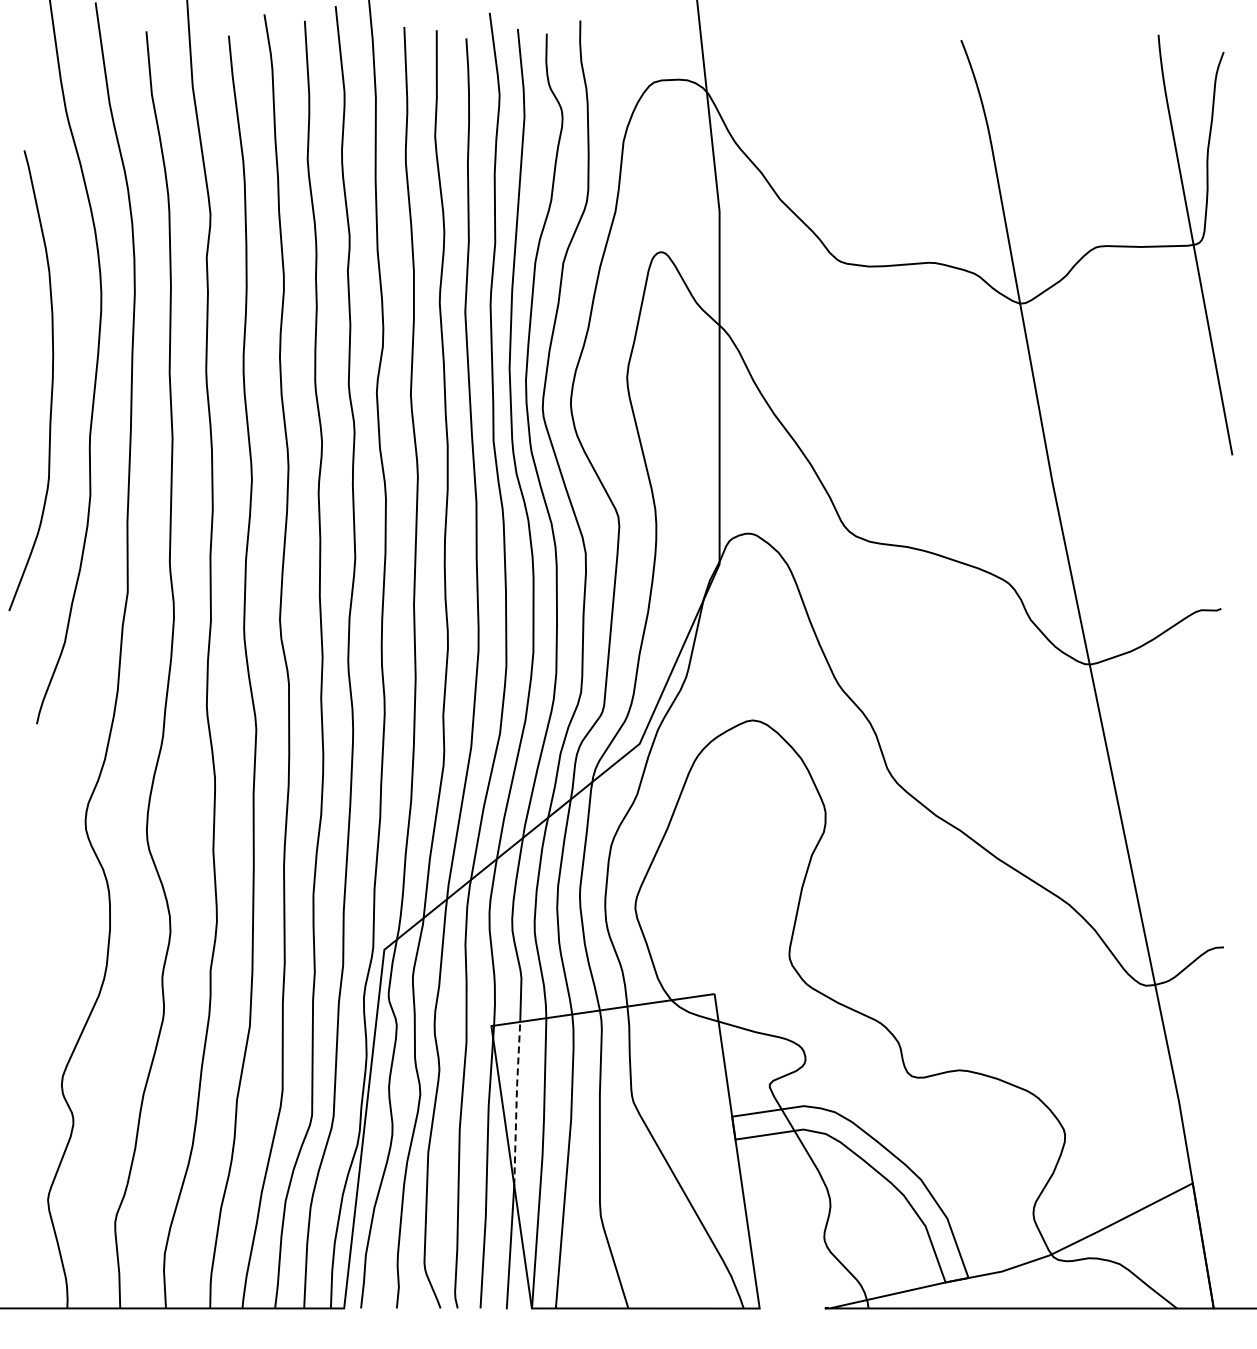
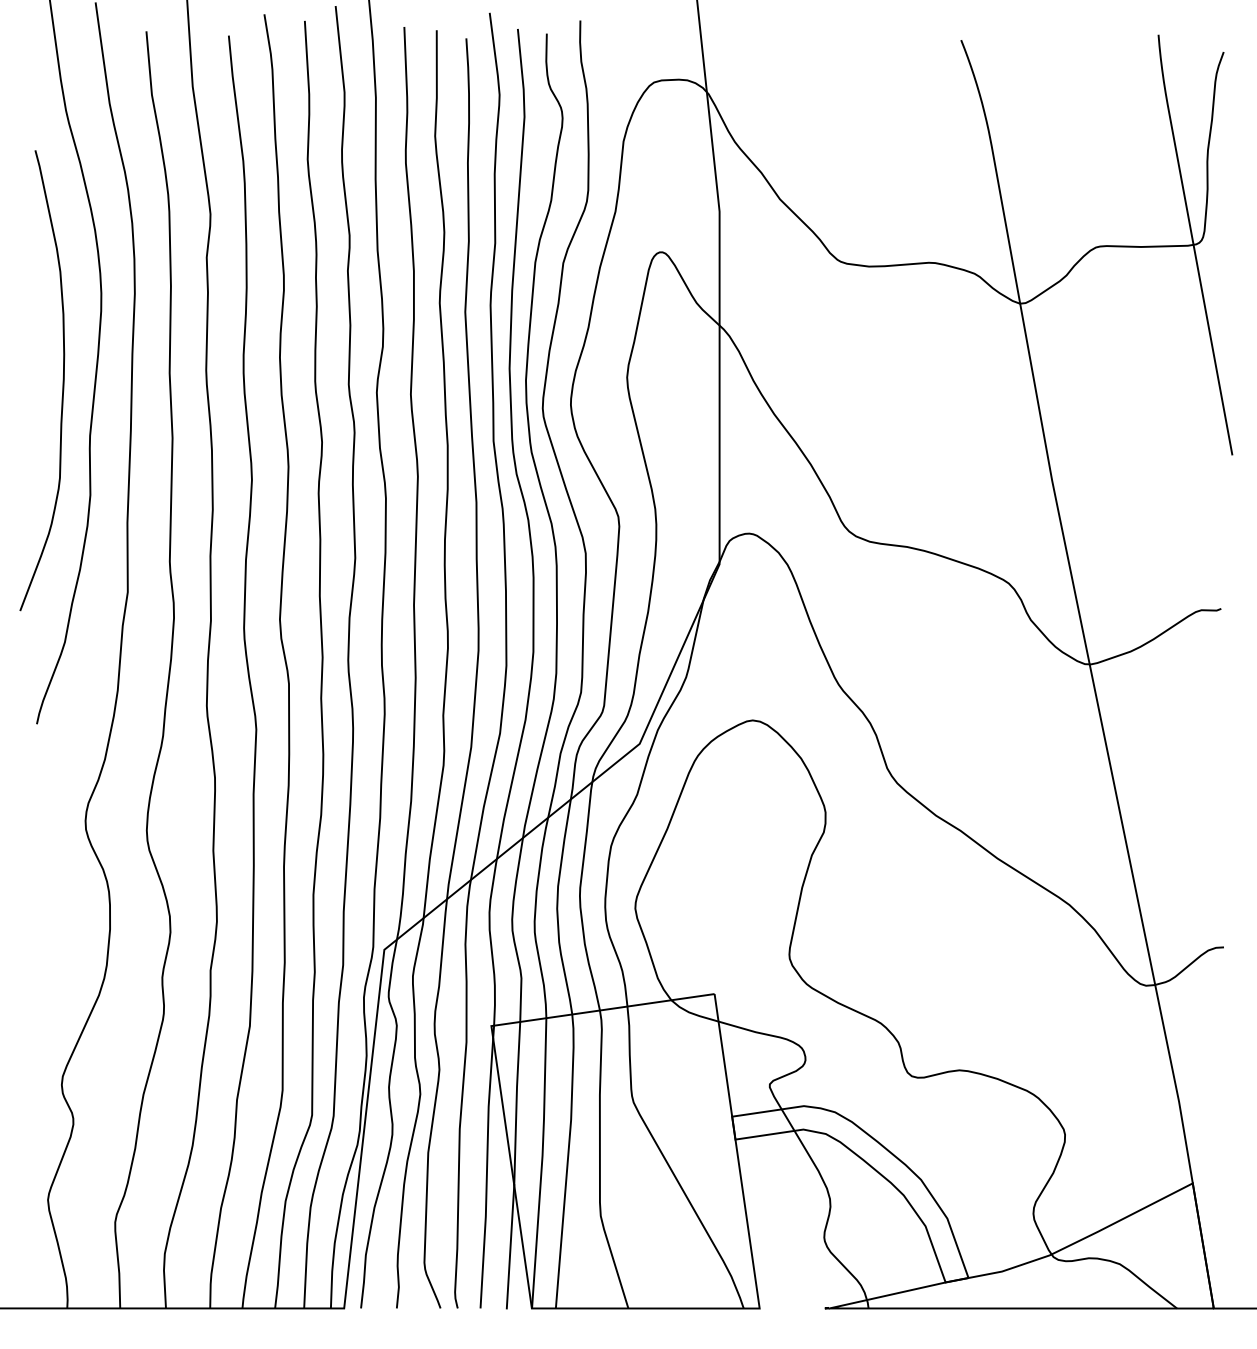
curve at (51, 380) position: (51, 380) -> (62, 380)
line at (516, 1102): dashed -> solid
